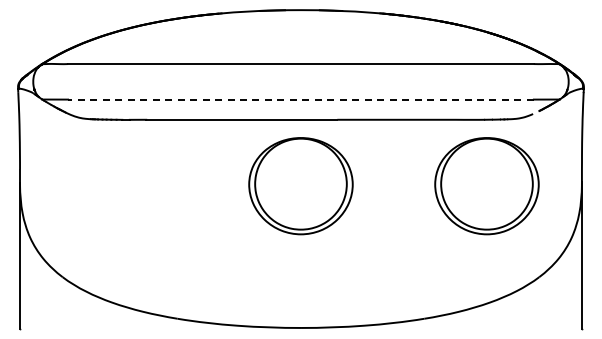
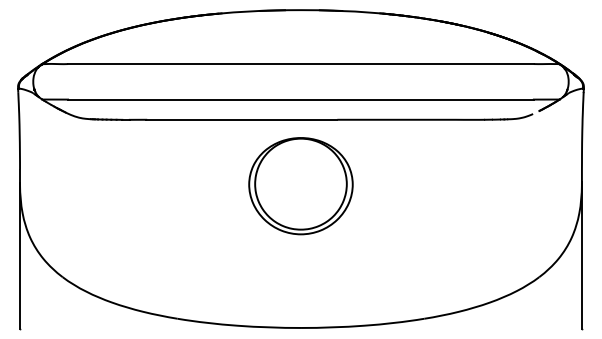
line at (300, 99): dashed -> solid
part at (486, 186): present -> none
